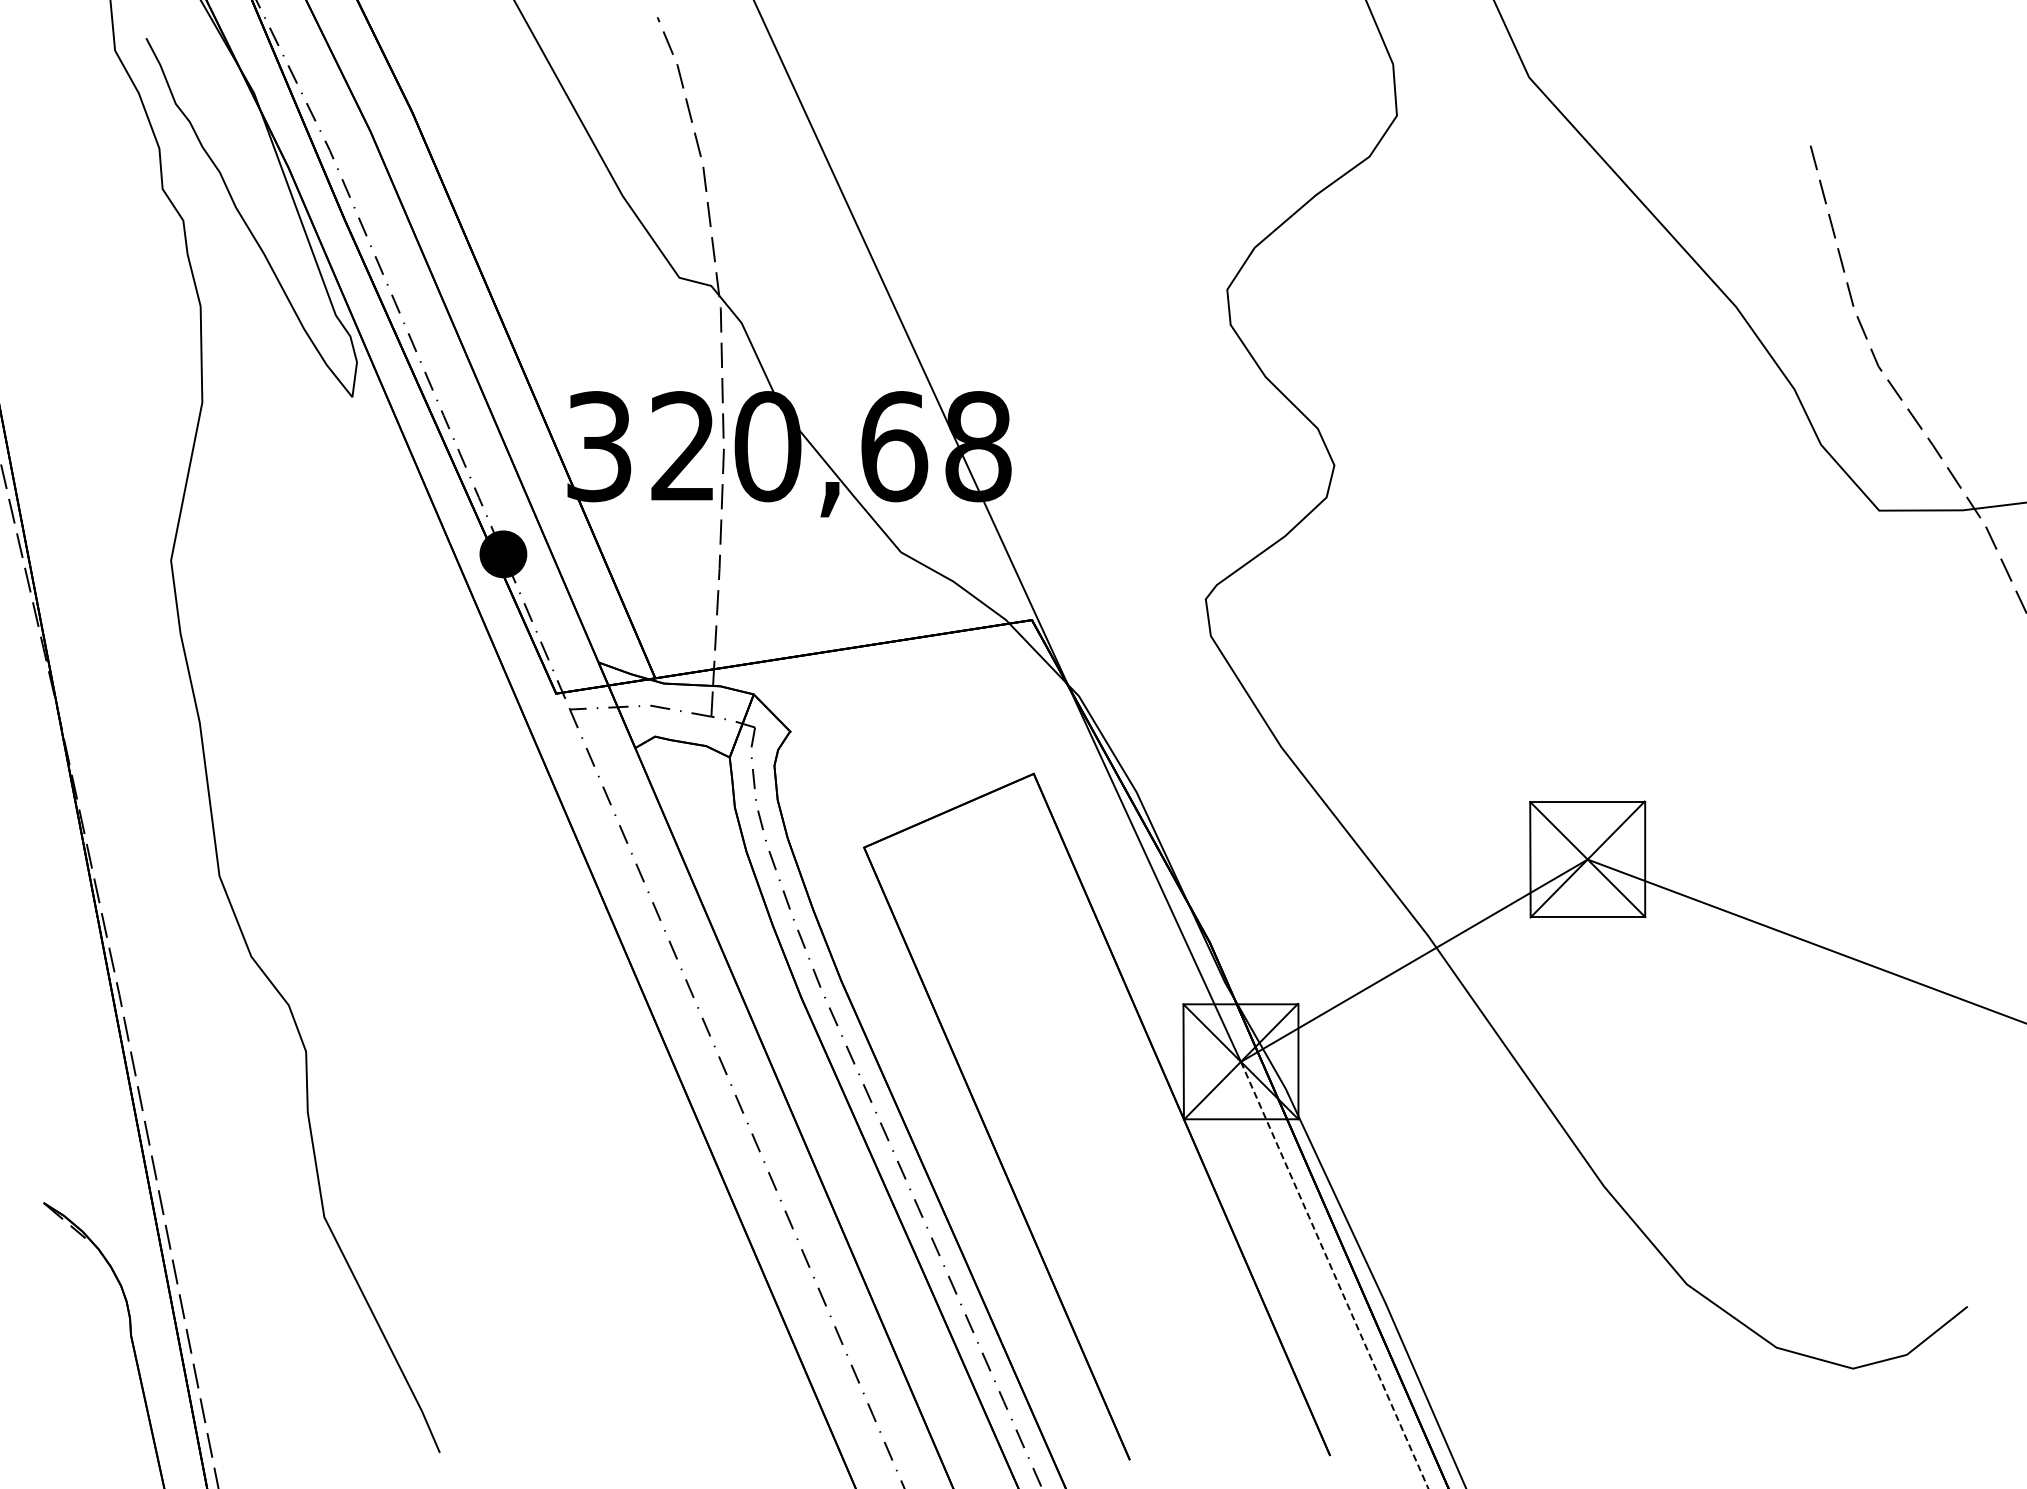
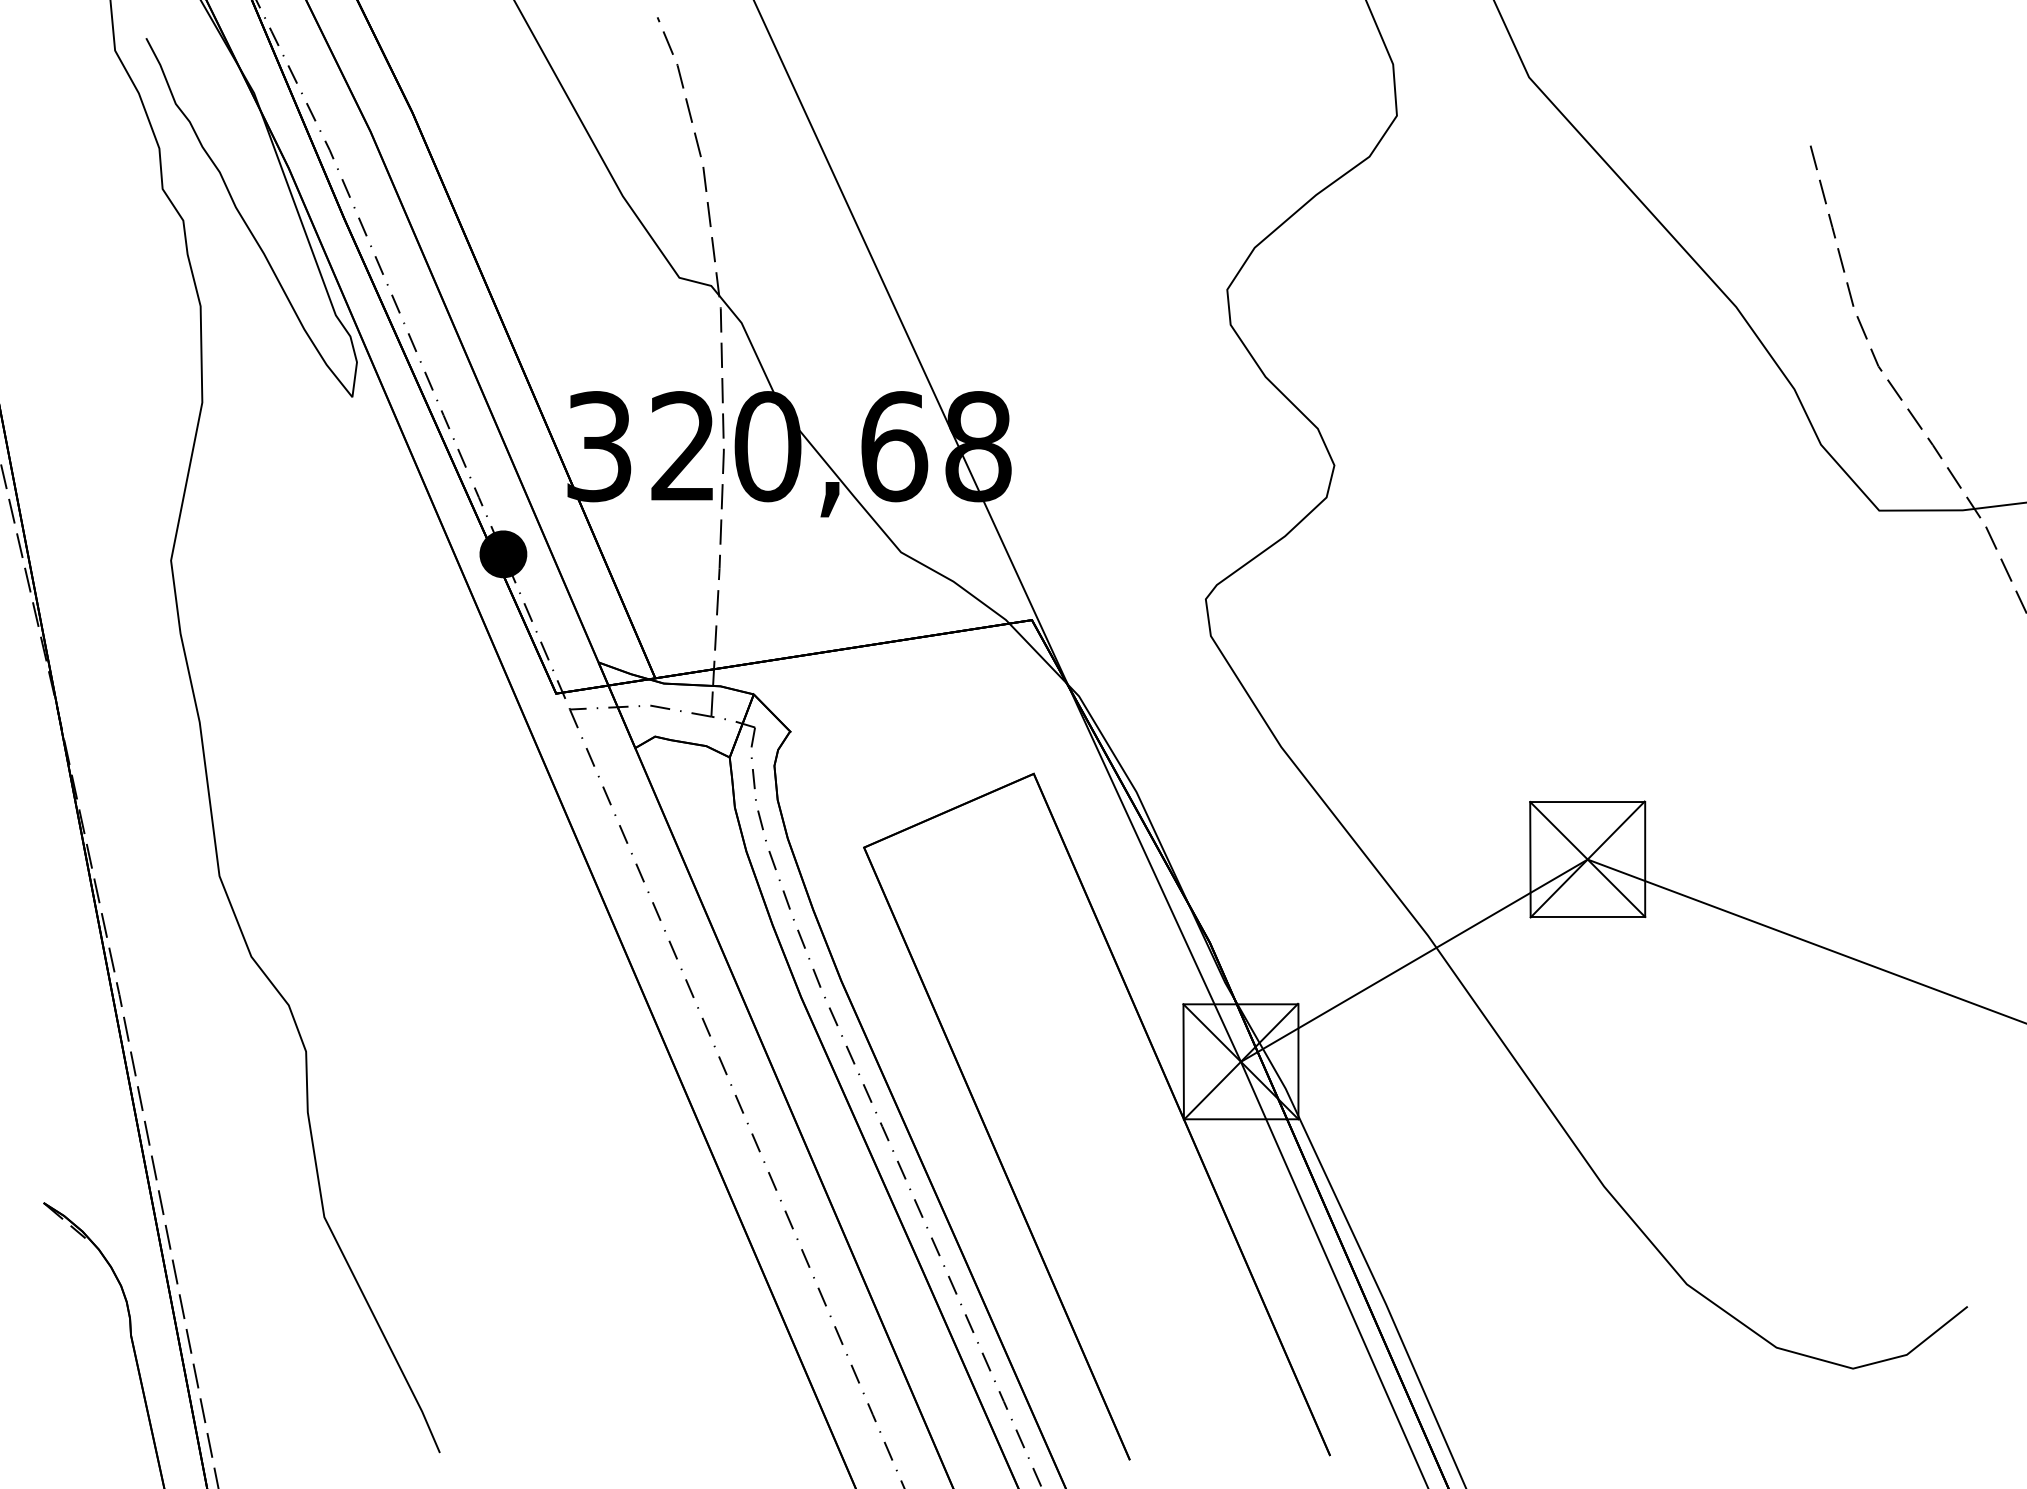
line at (1334, 1275): dashed -> solid
